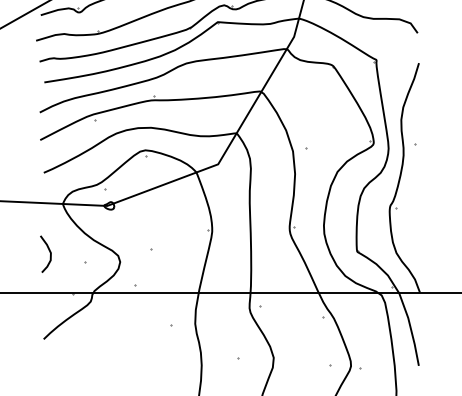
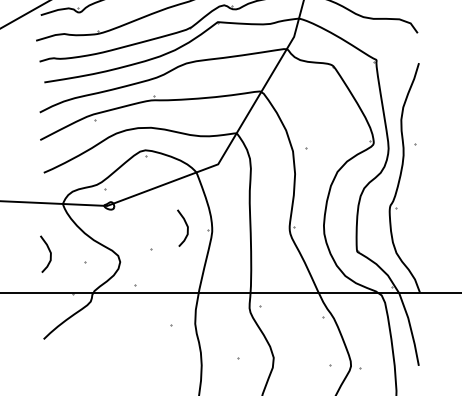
curve at (186, 226): none -> present
